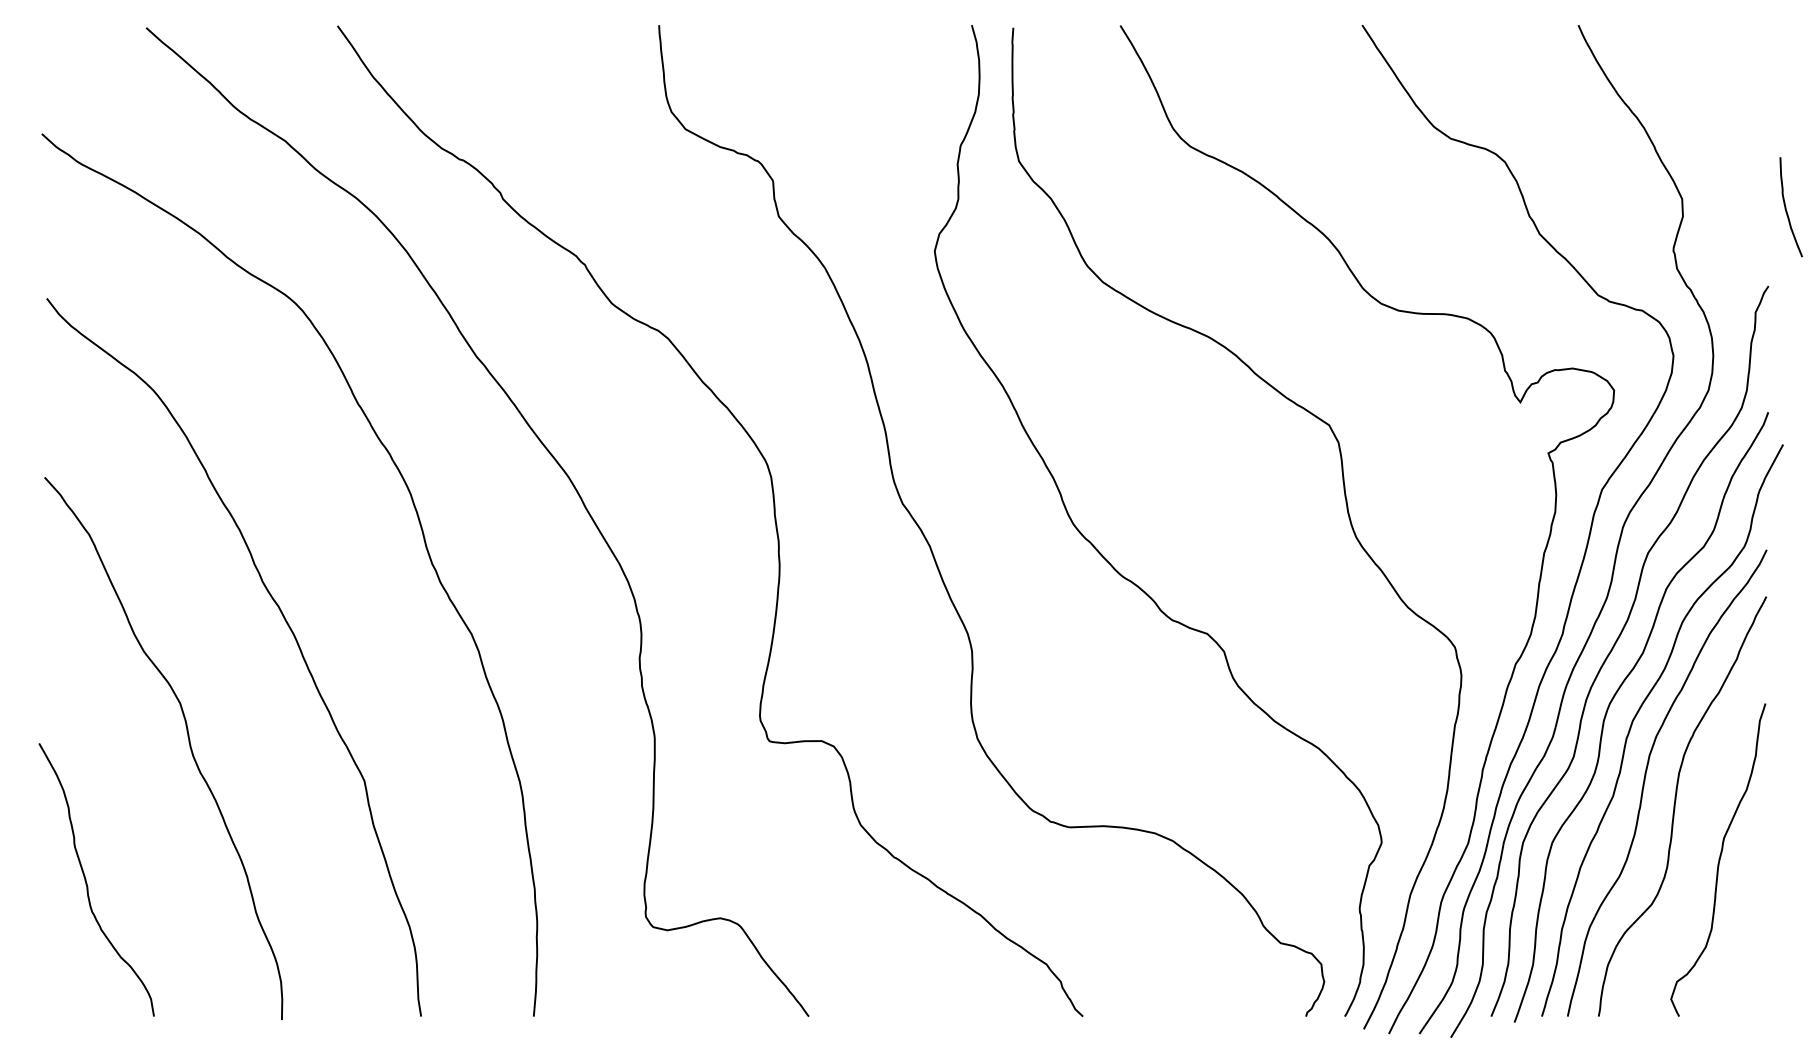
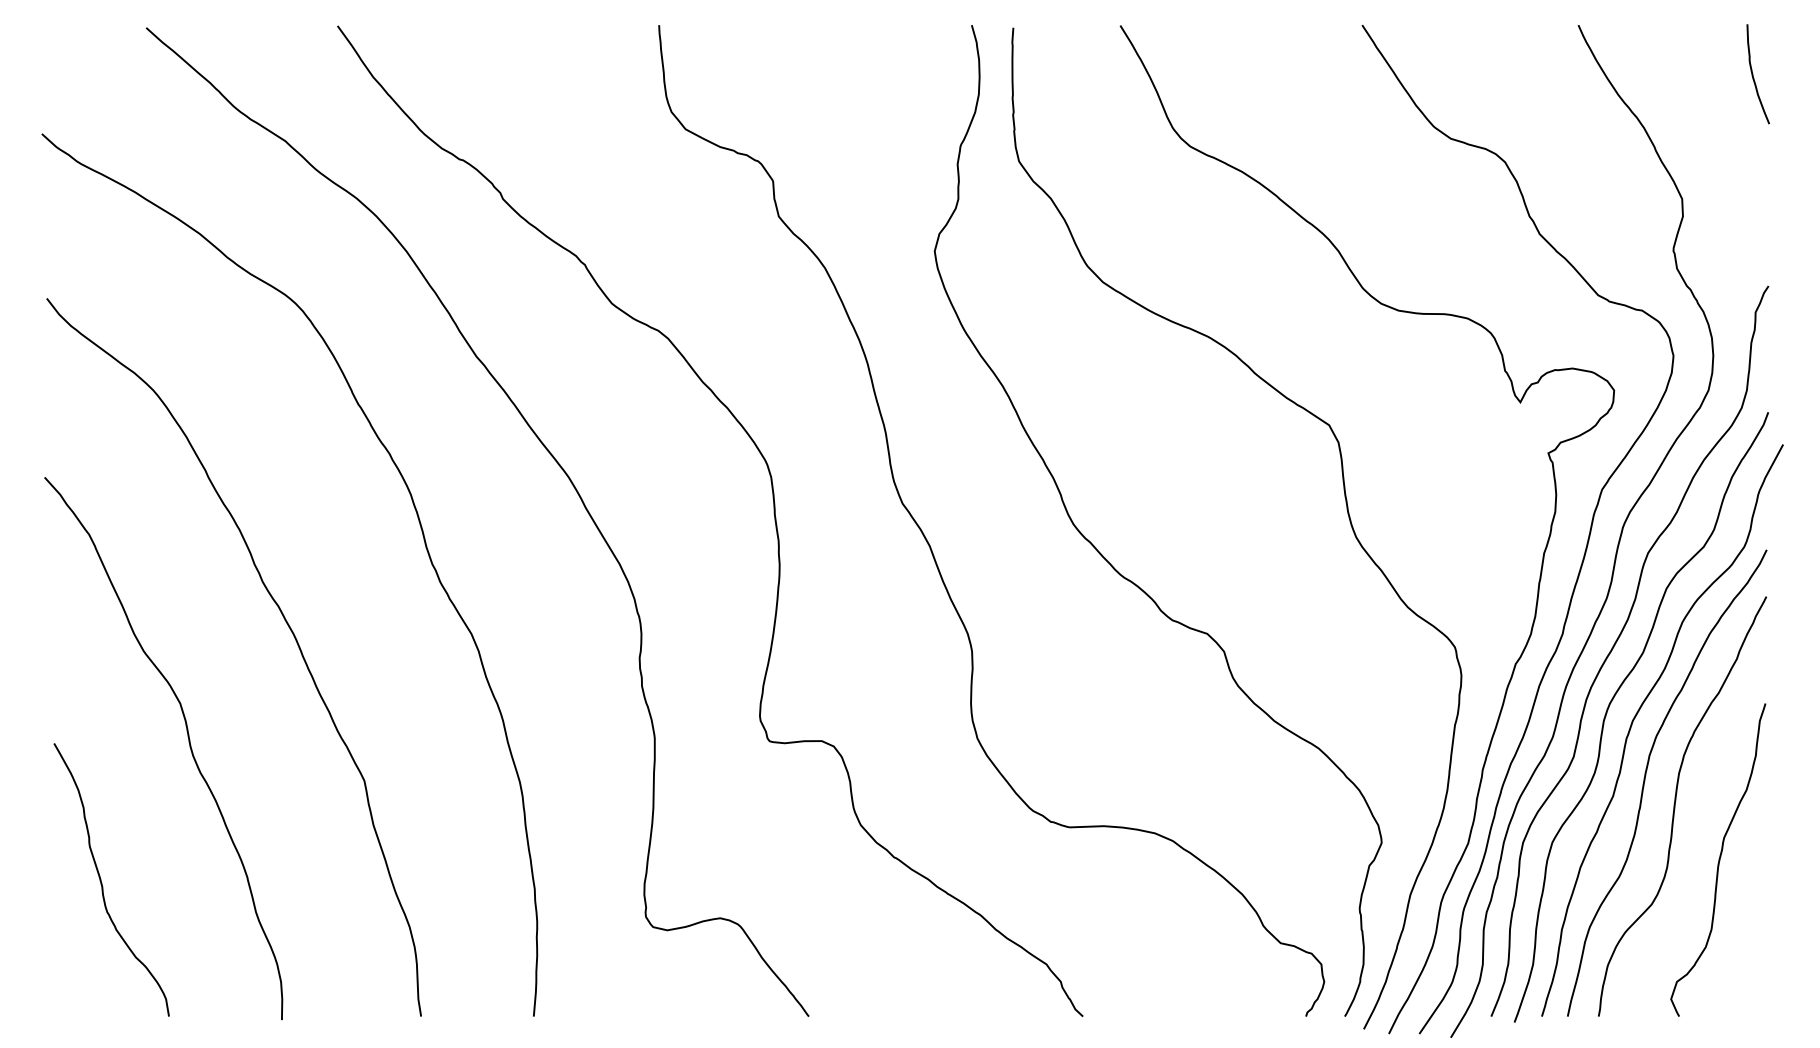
curve at (1786, 207) position: (1786, 207) -> (1753, 74)
curve at (87, 882) position: (87, 882) -> (102, 882)
